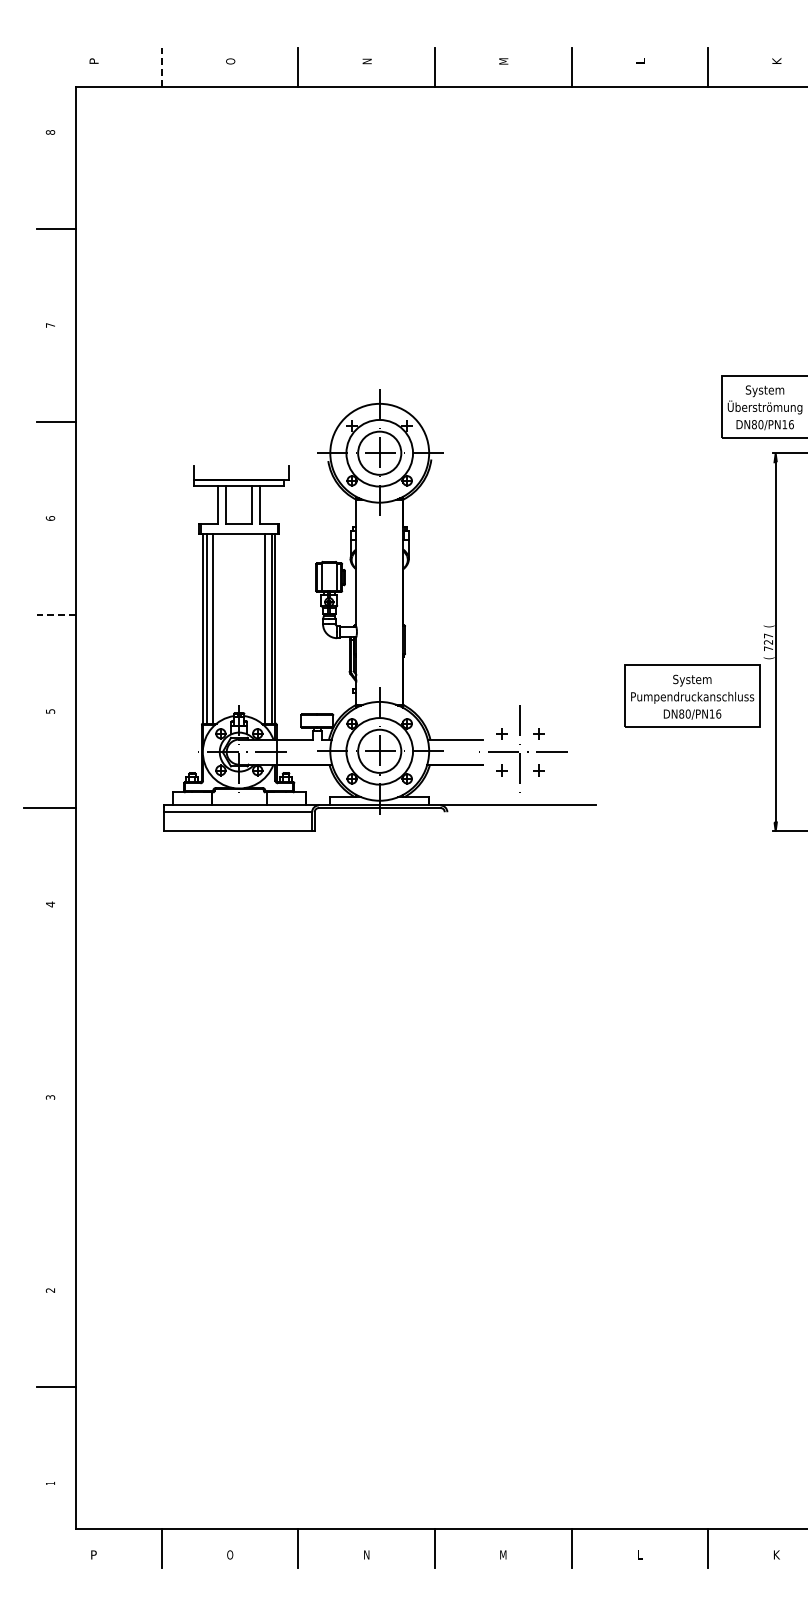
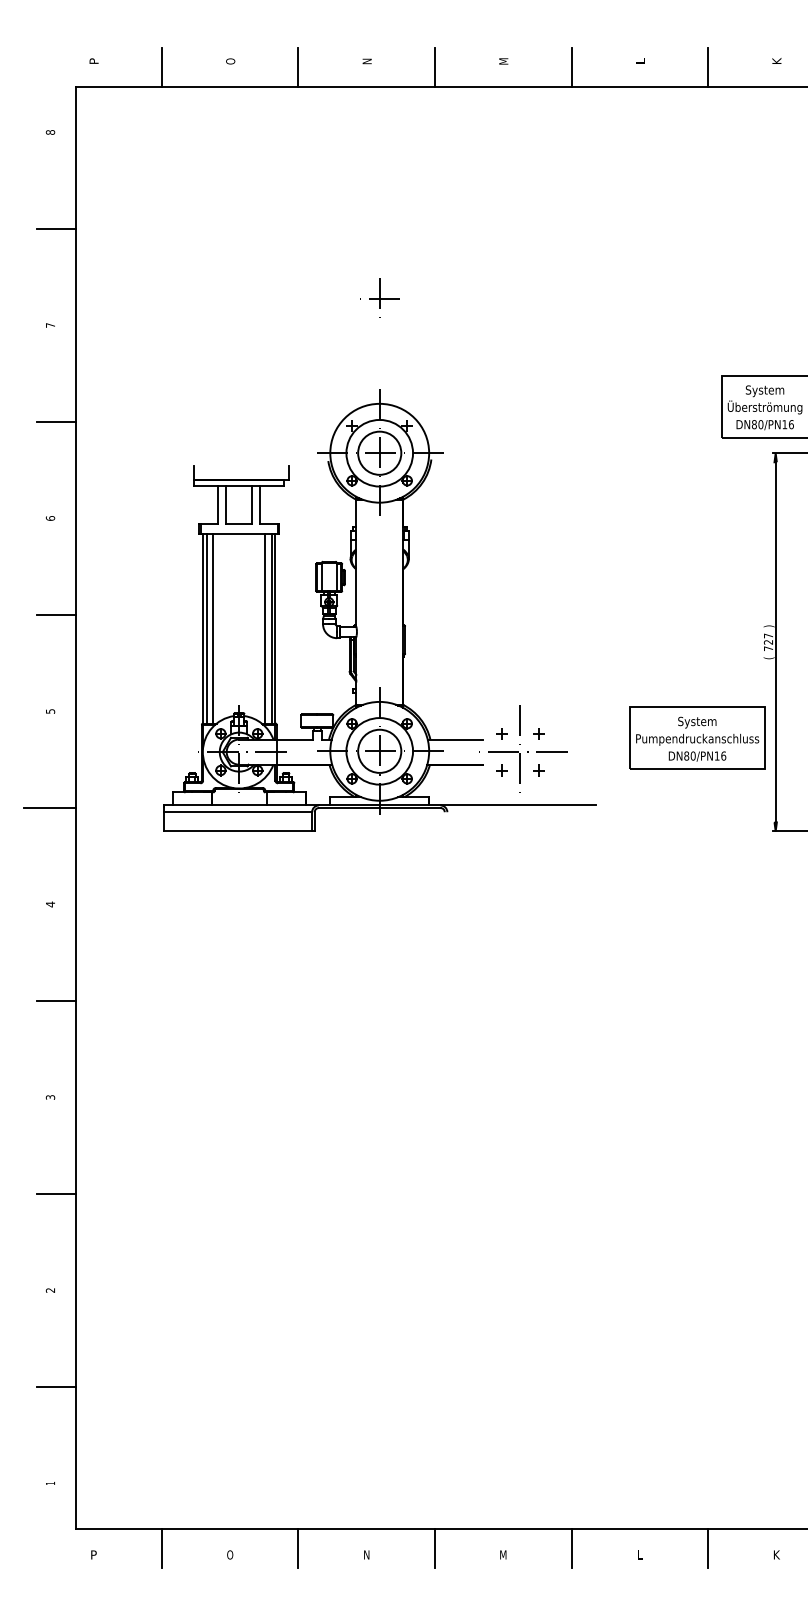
line at (161, 67): dashed -> solid
part at (379, 297): none -> present
line at (56, 614): dashed -> solid
text at (768, 626): ( -> )
part at (692, 695) position: (692, 695) -> (697, 737)
line at (56, 1001): none -> present
line at (56, 1194): none -> present
